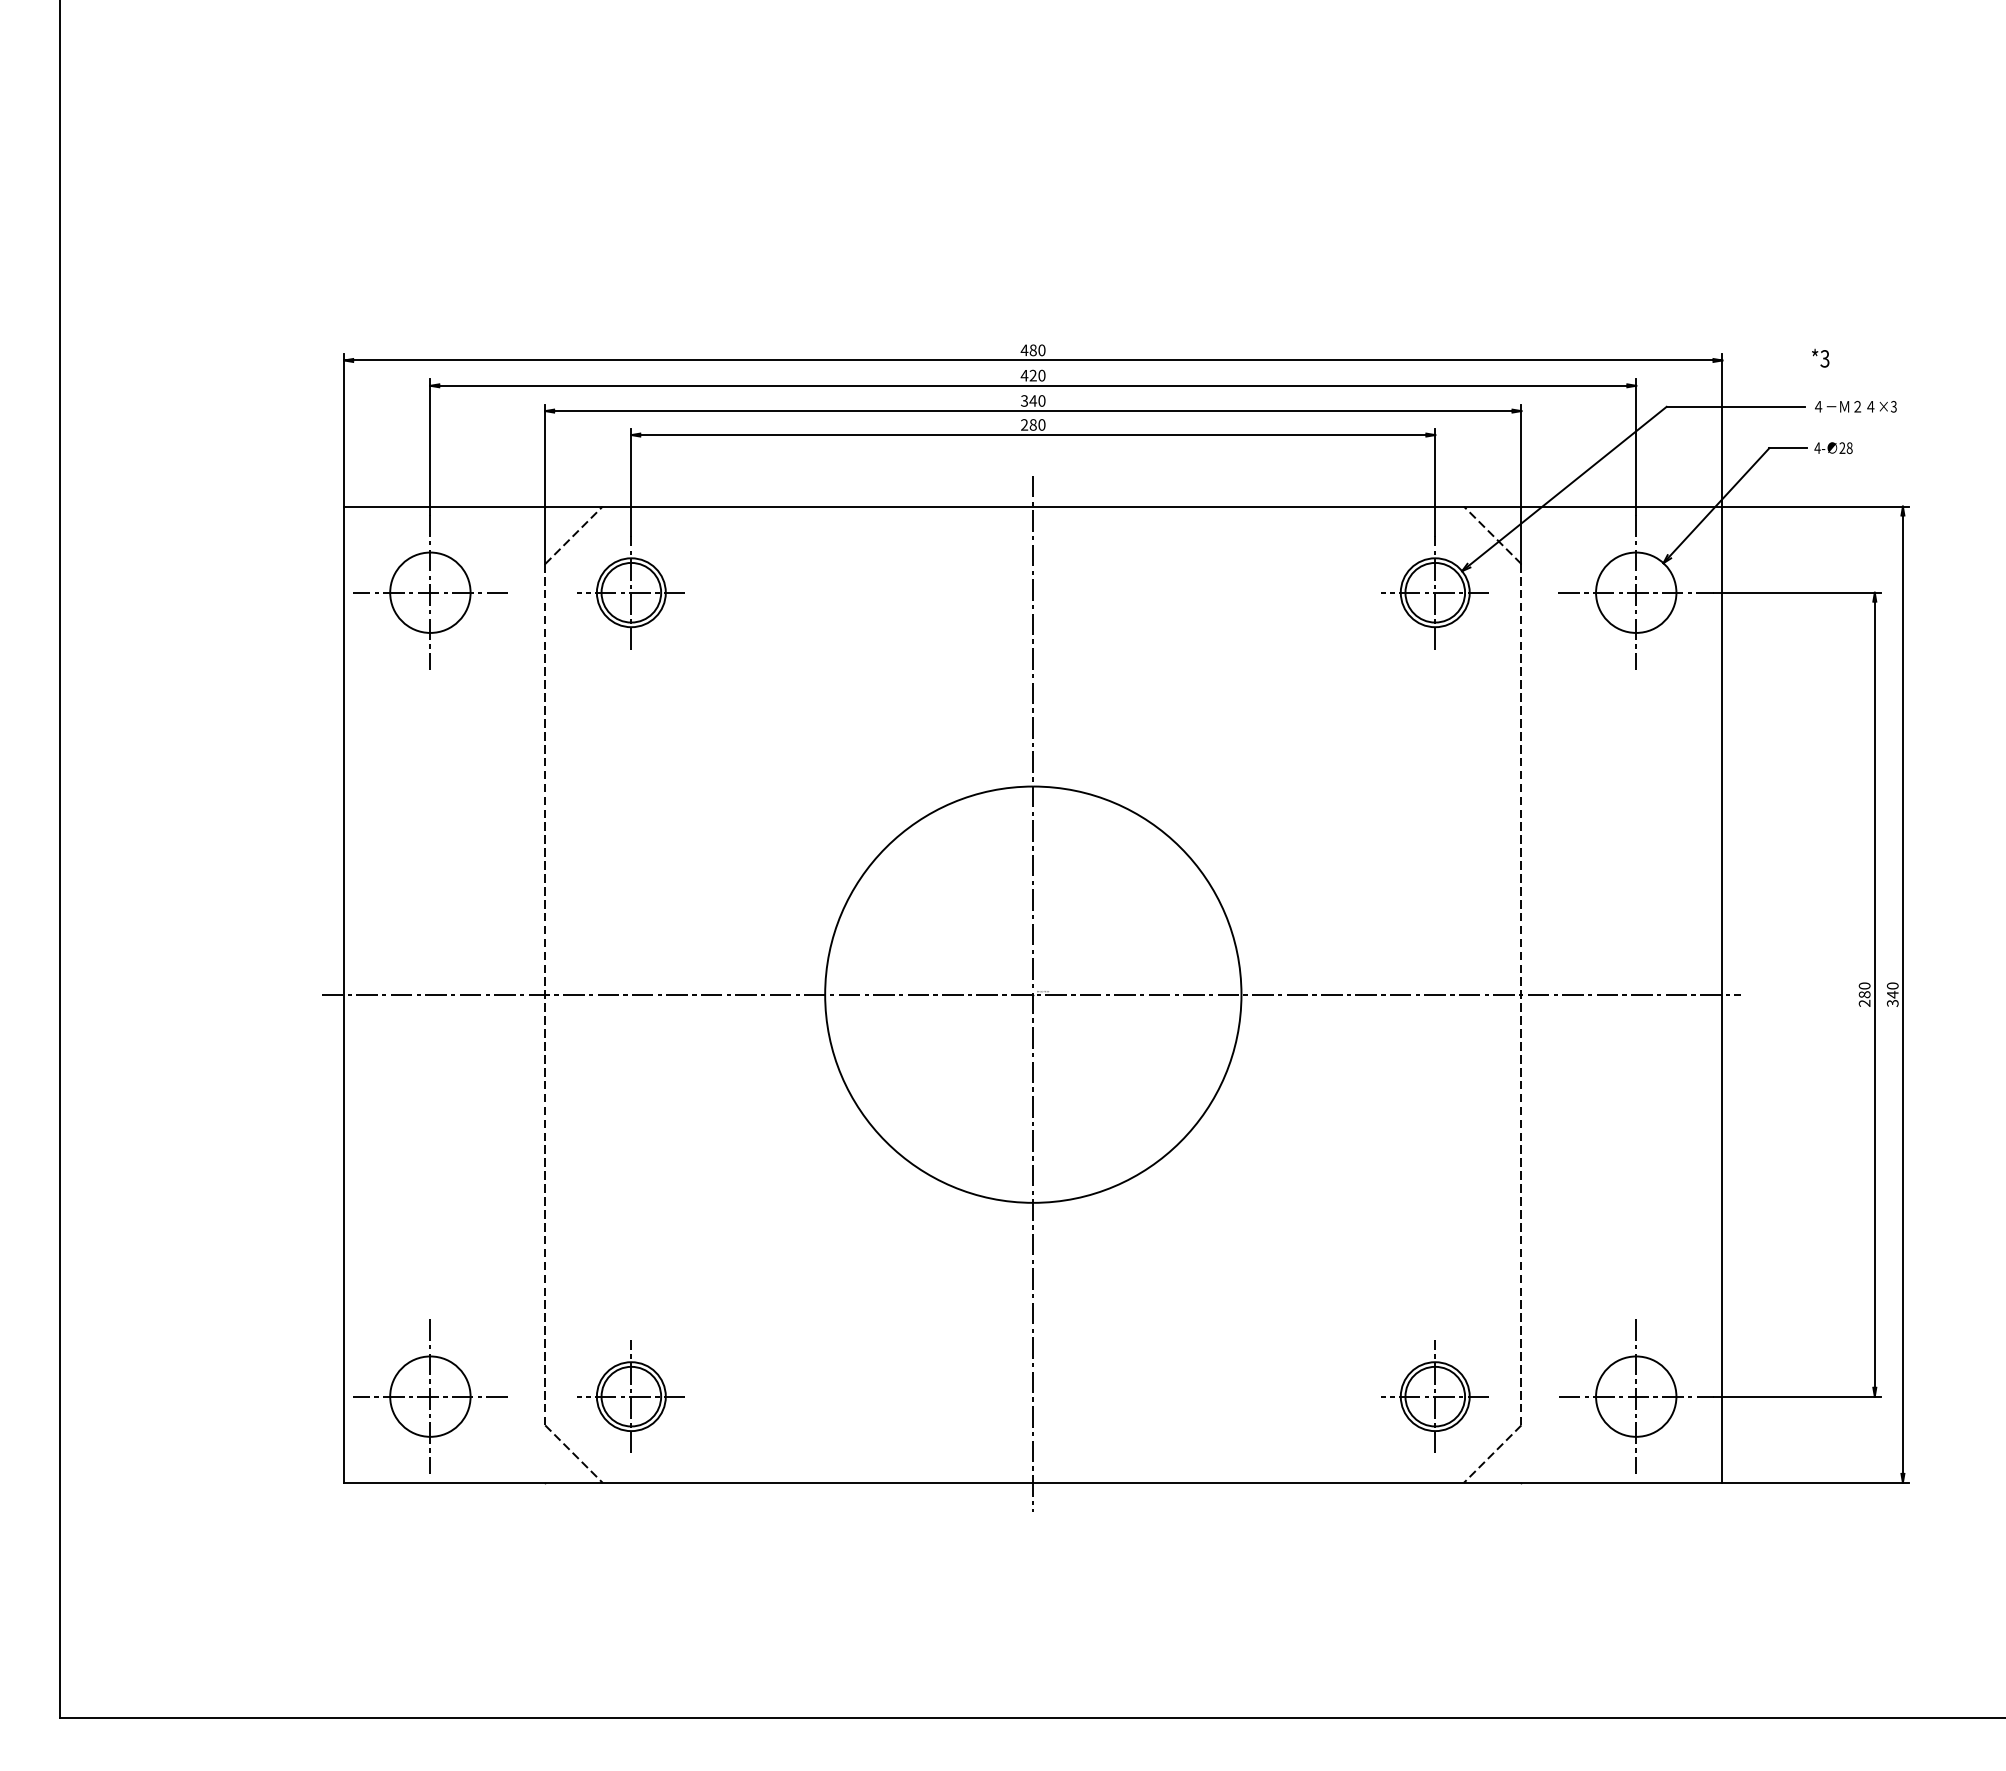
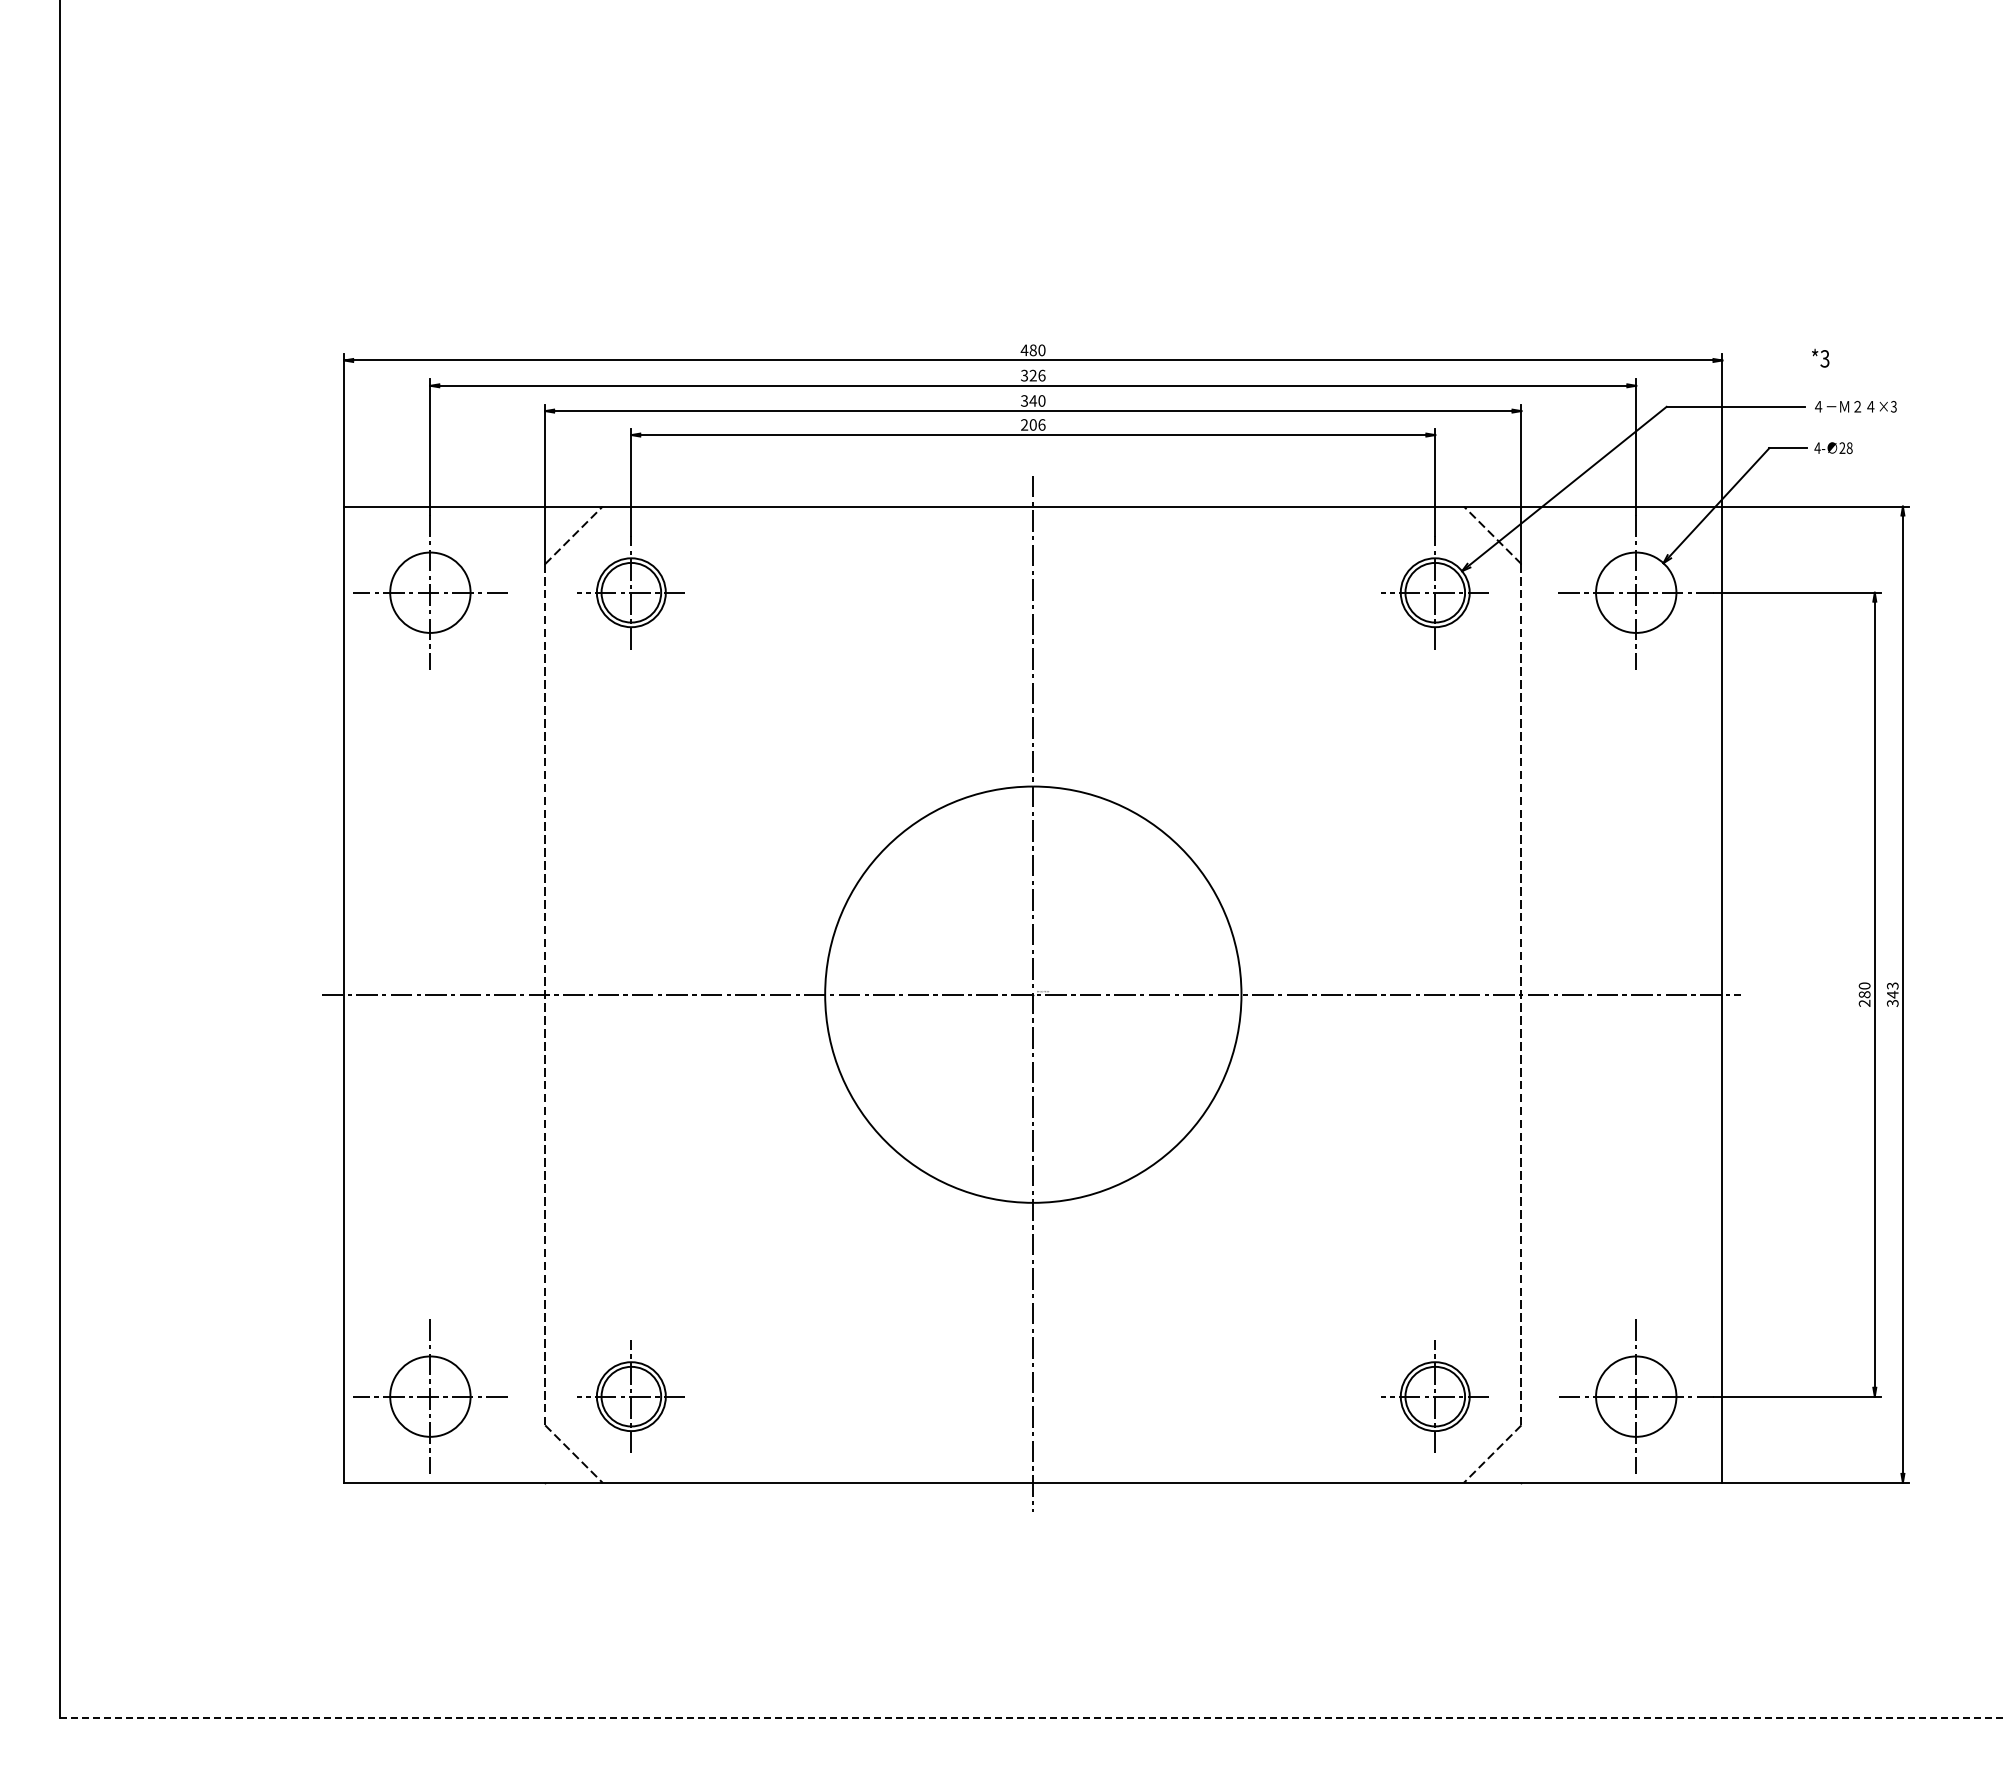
text at (1032, 375): 420 -> 326
text at (1037, 424): 280 -> 206
text at (1892, 985): 340 -> 343
line at (1033, 1718): solid -> dashed
